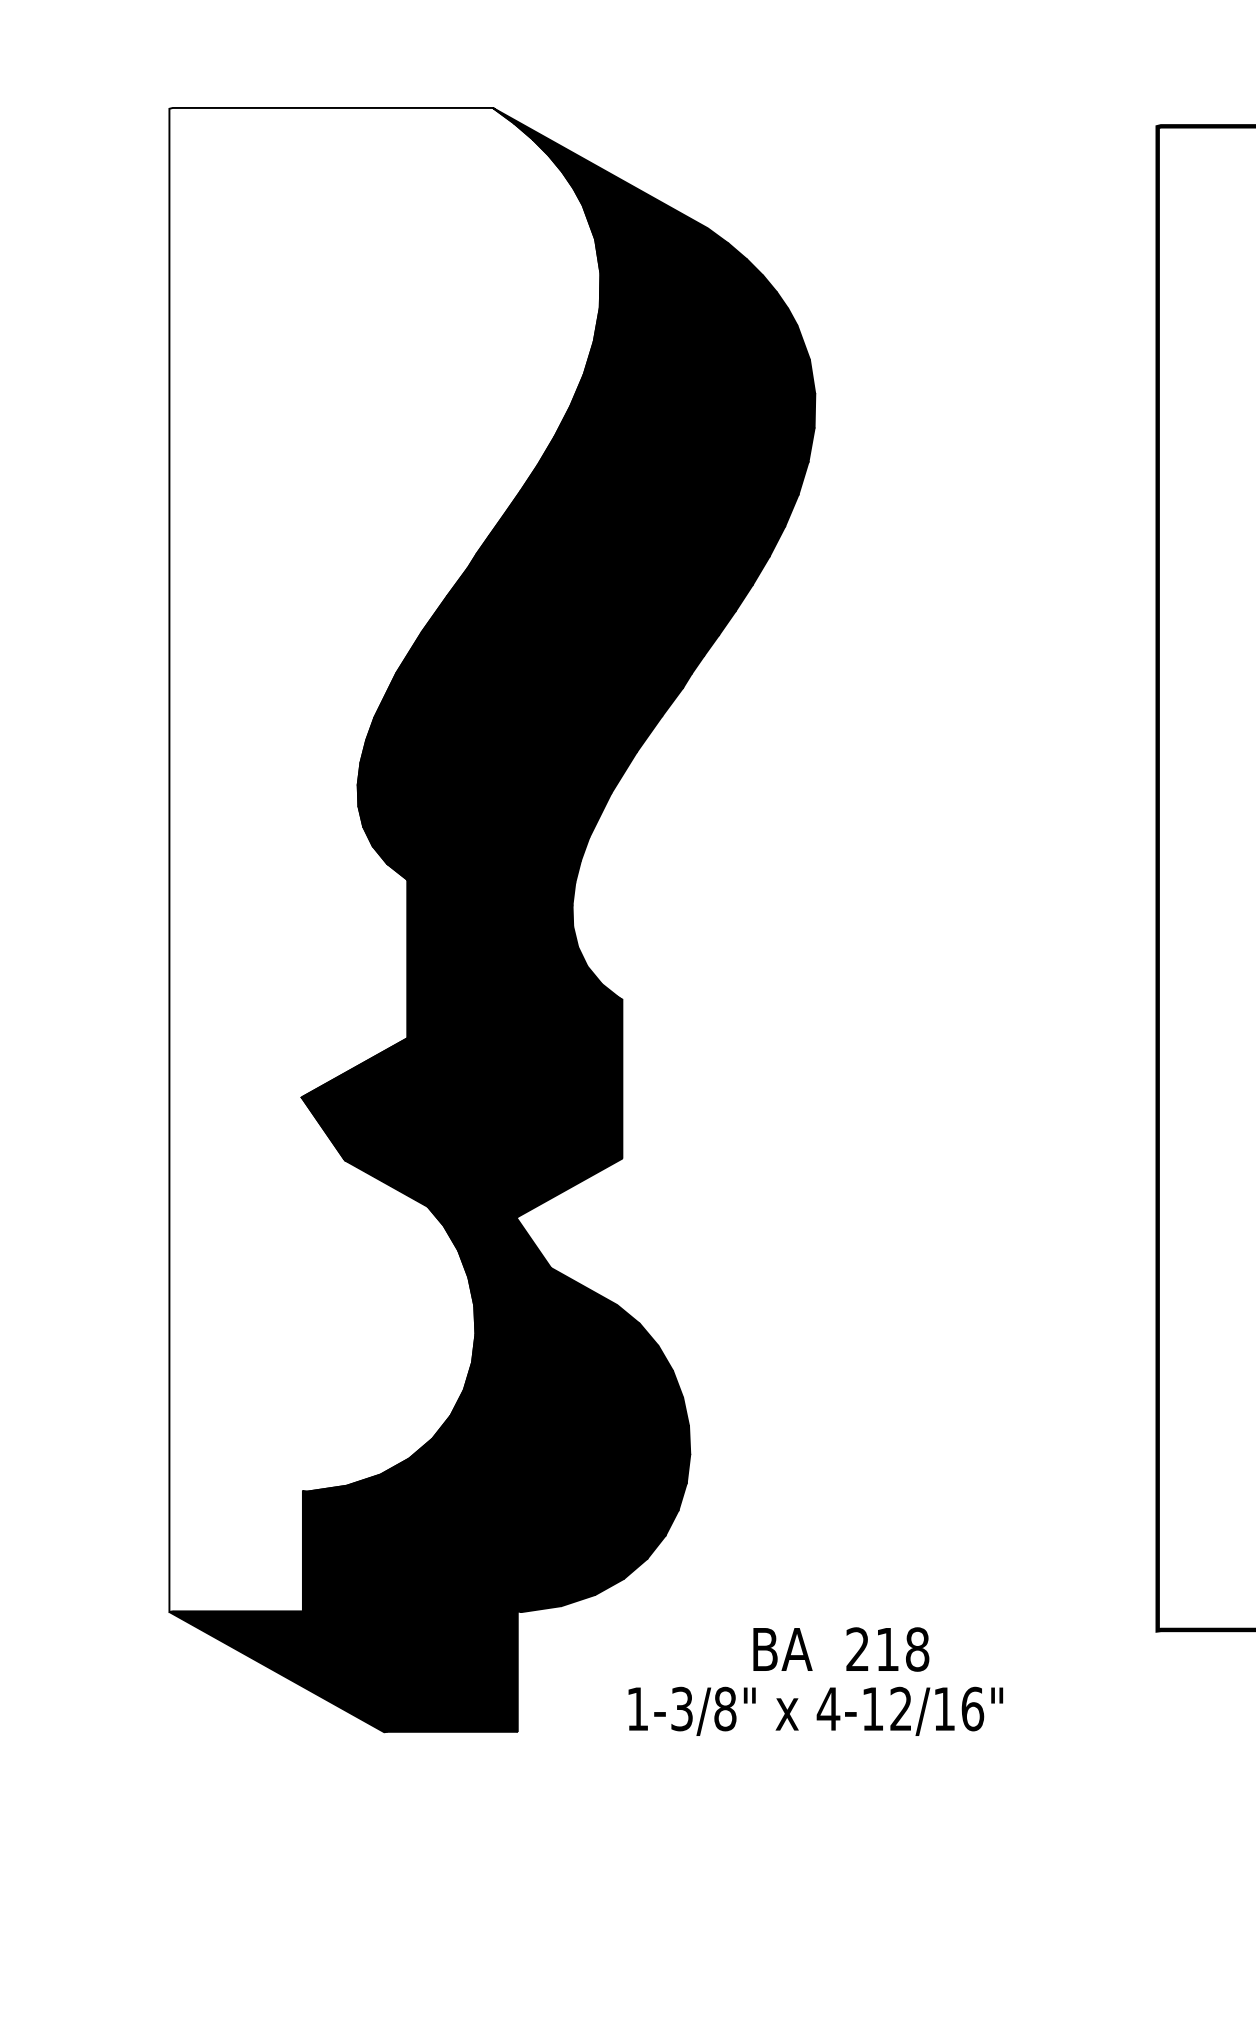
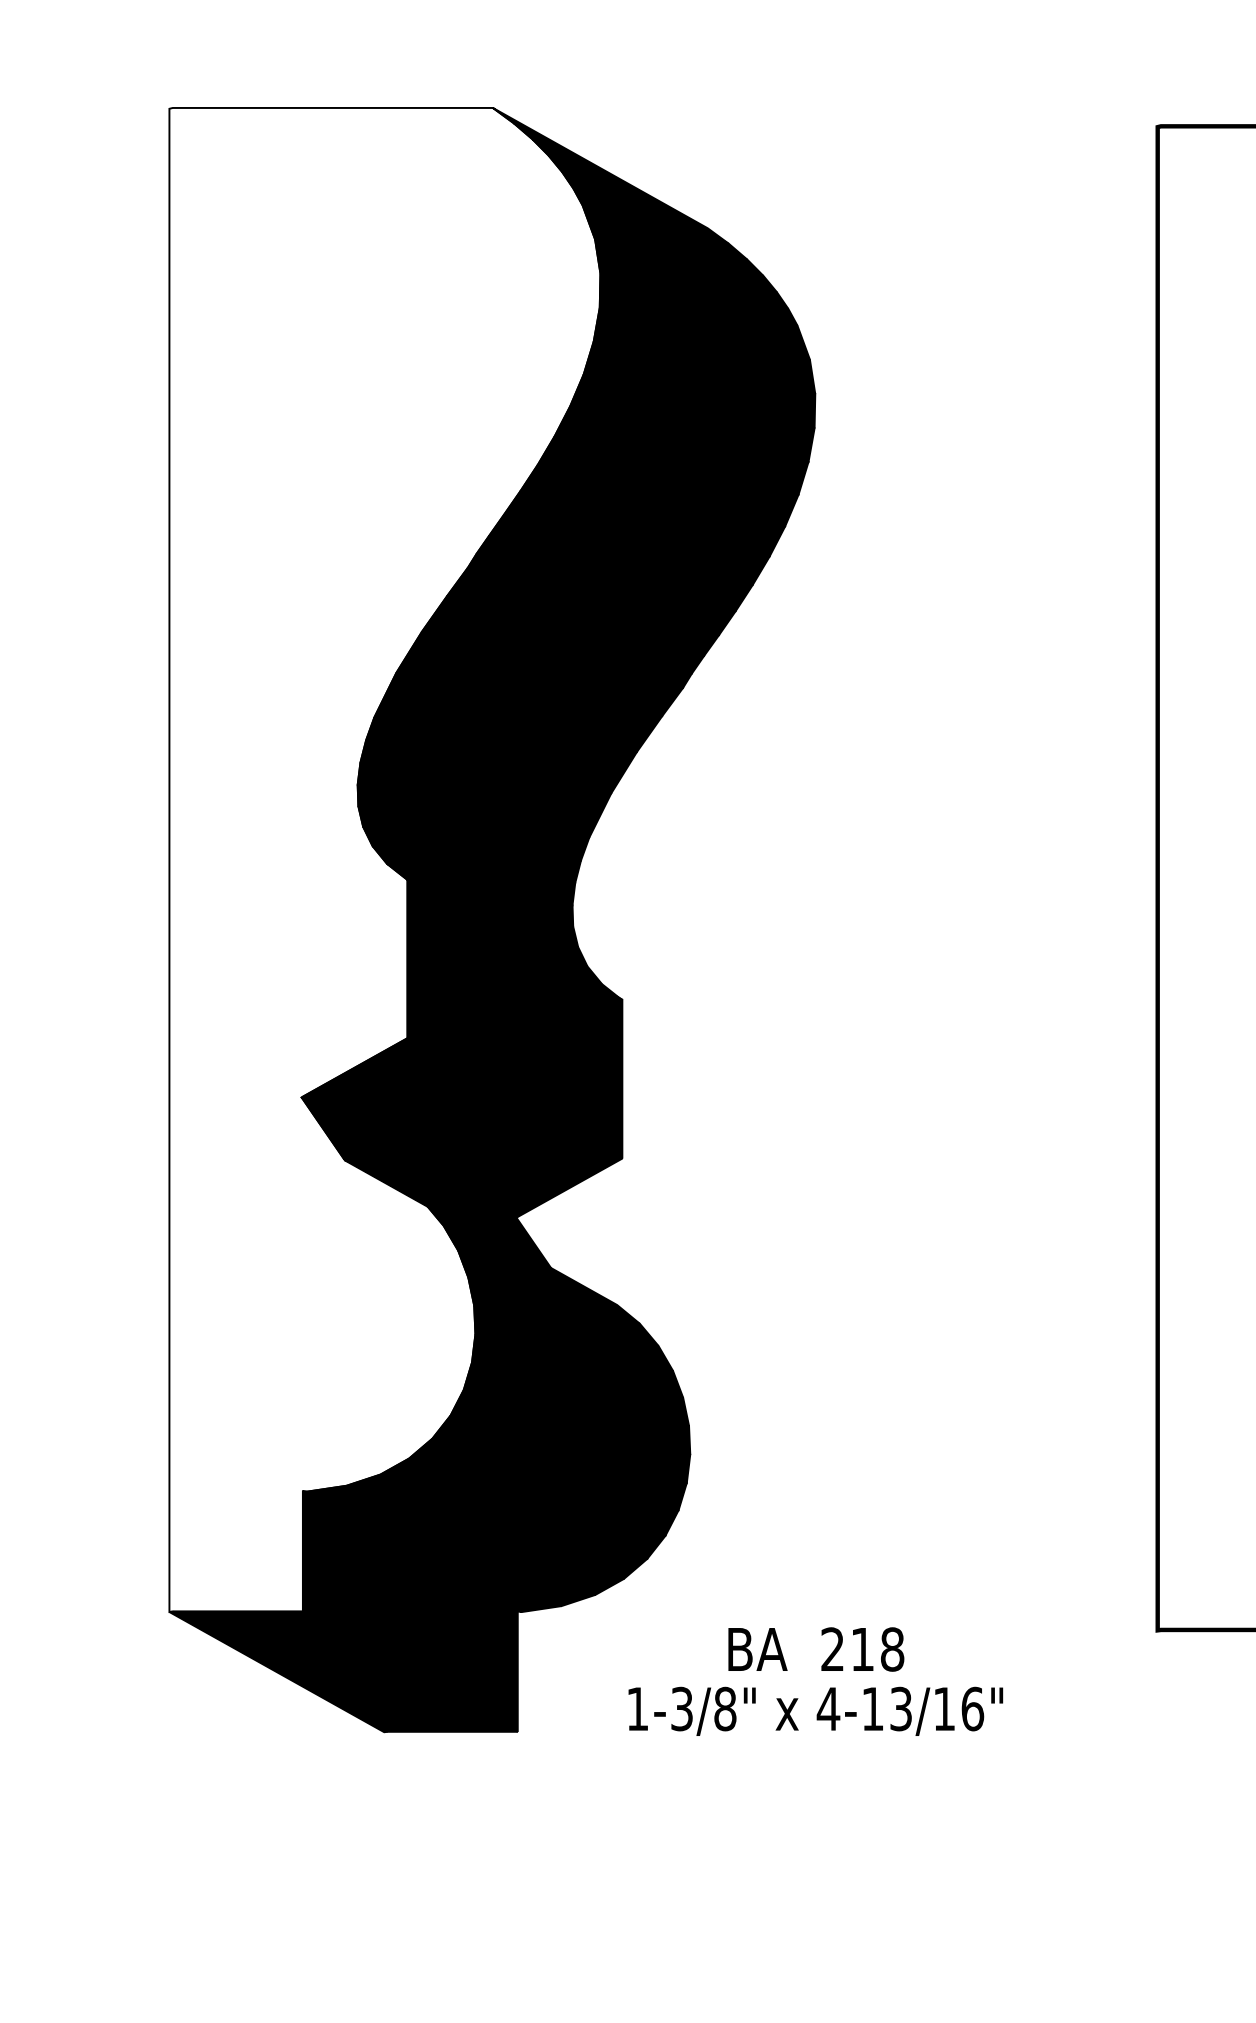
text at (841, 1649) position: (841, 1649) -> (816, 1649)
text at (900, 1709): 4-12/16" -> 4-13/16"
